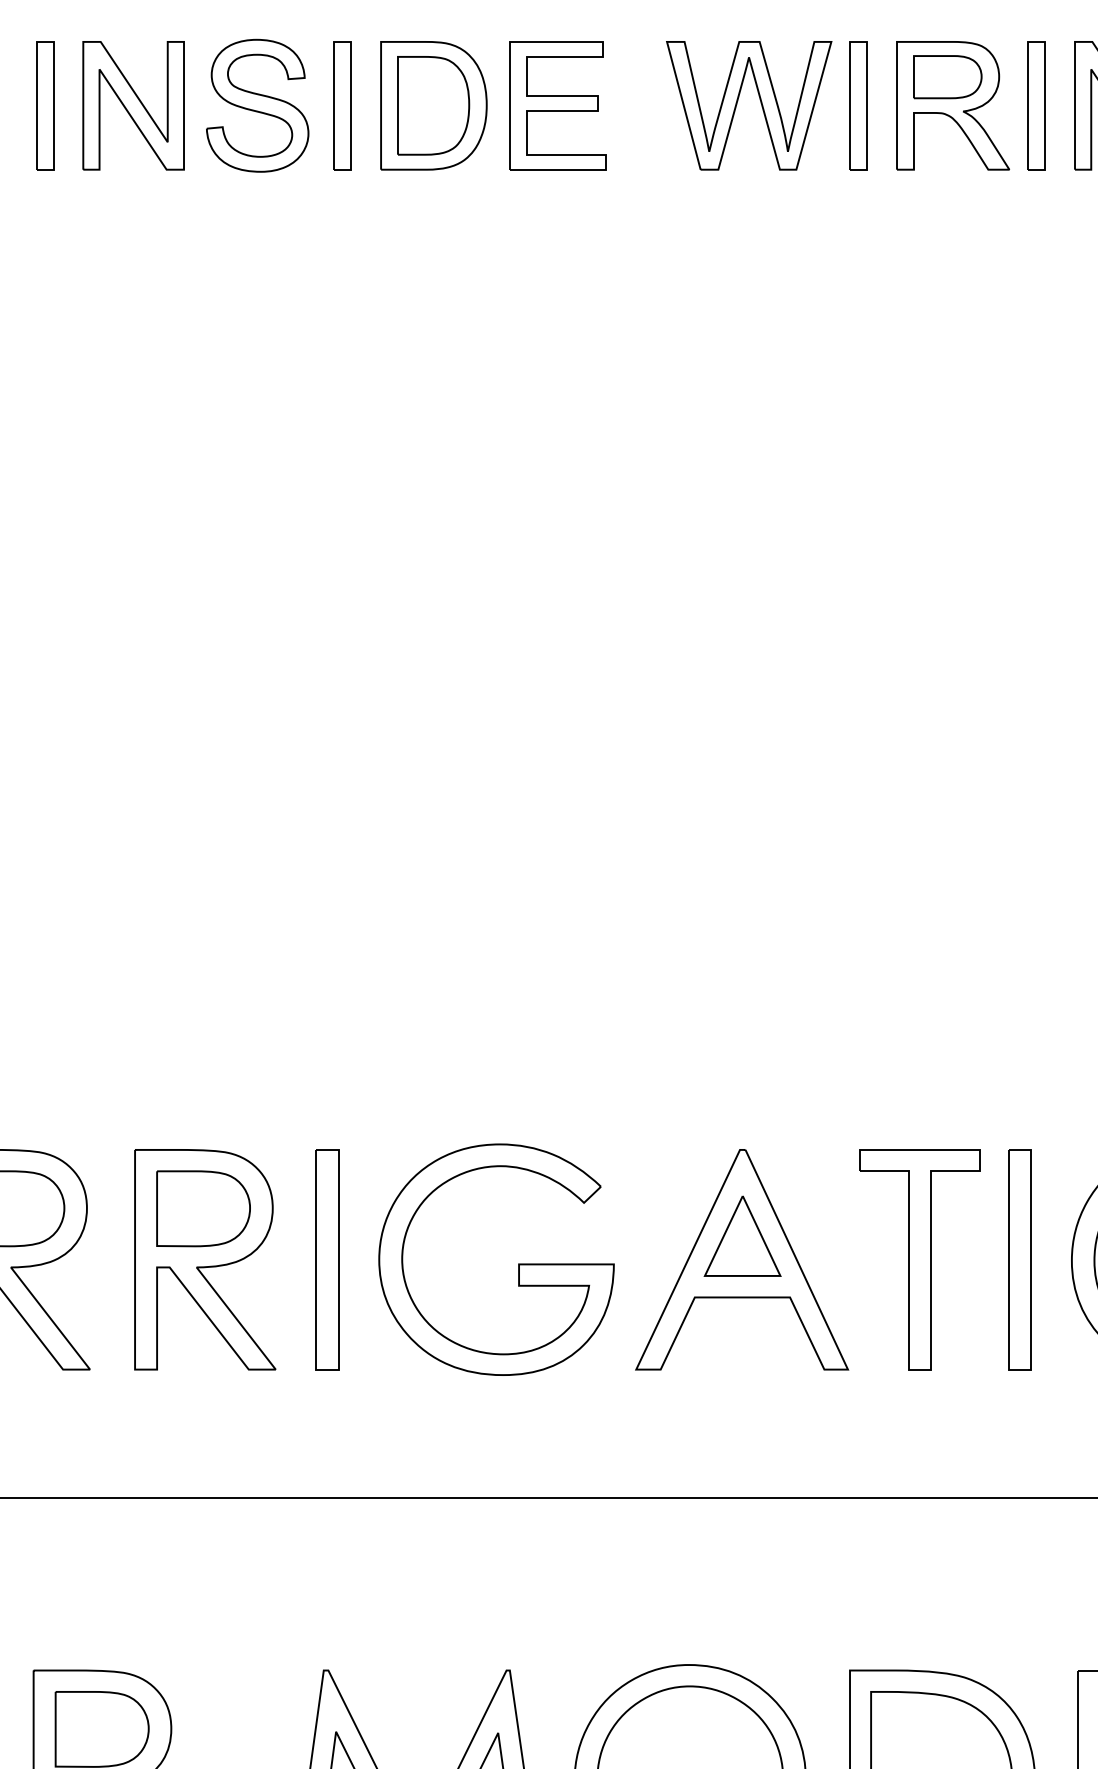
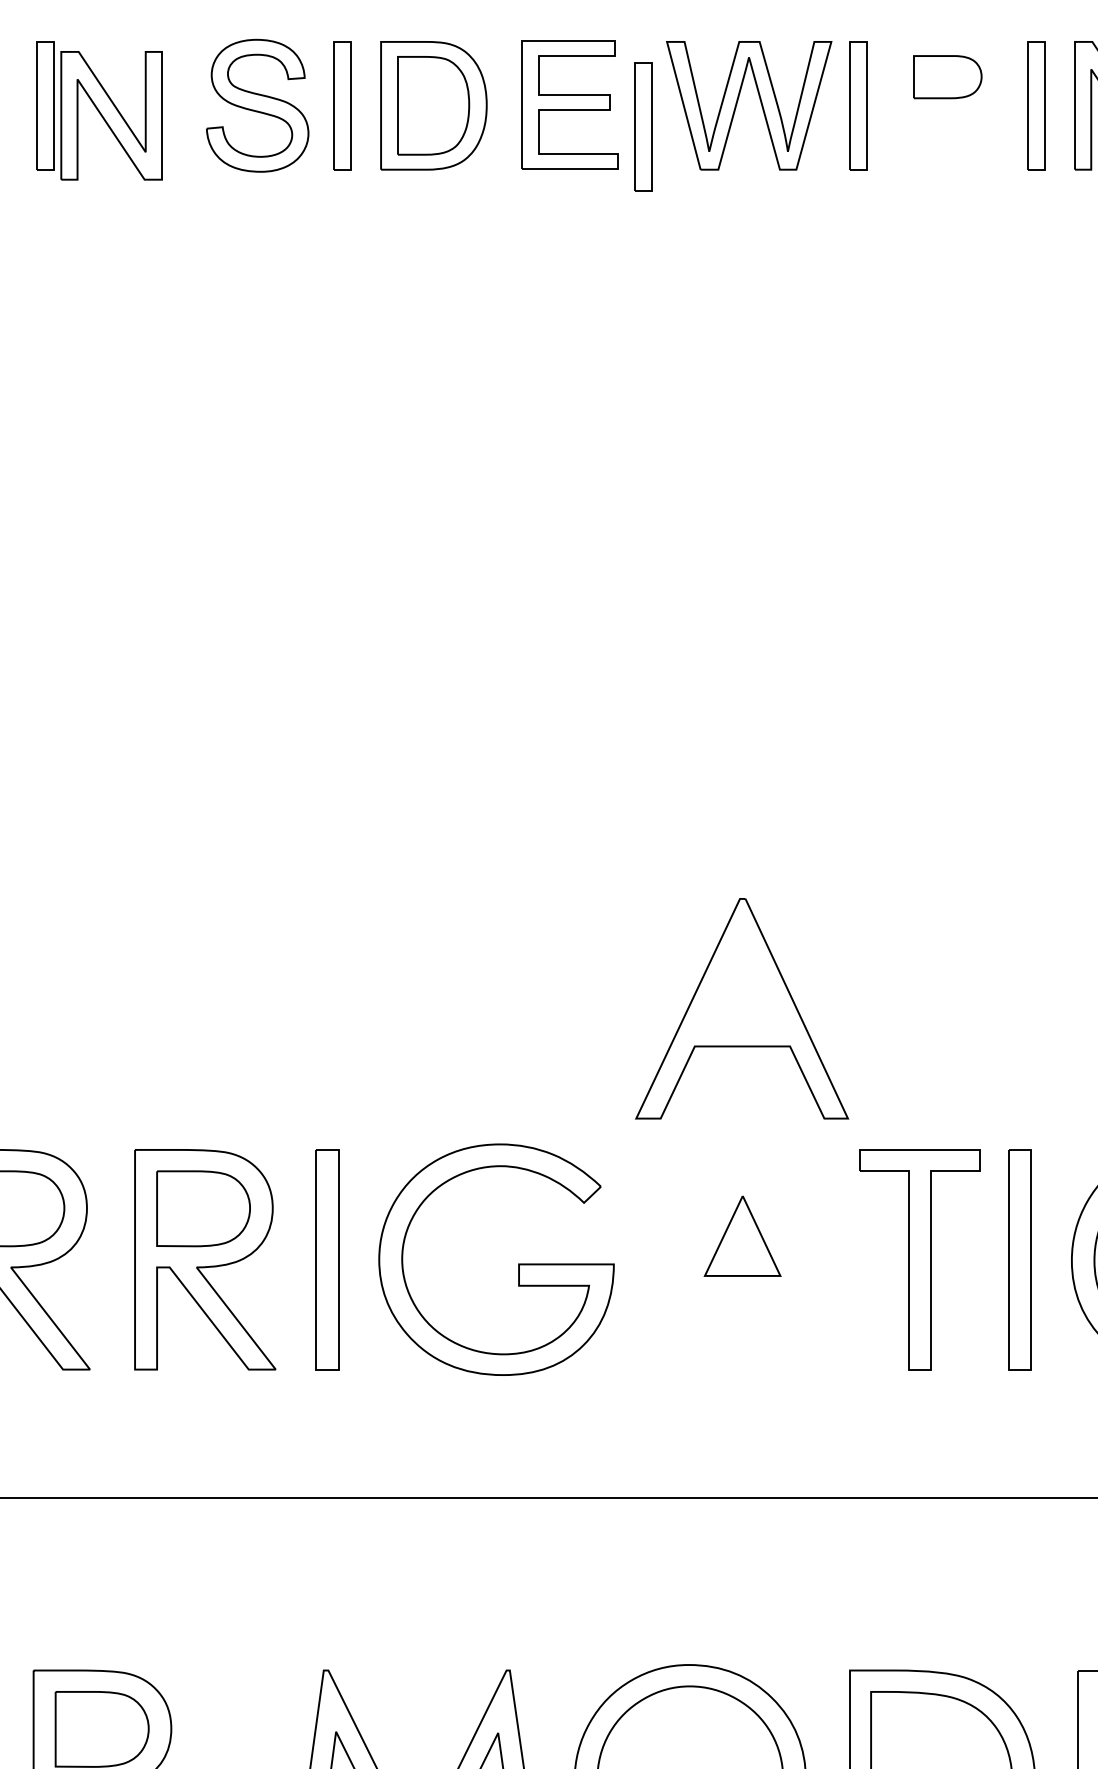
part at (133, 105) position: (133, 105) -> (111, 115)
part at (557, 105) position: (557, 105) -> (569, 104)
part at (952, 105): present -> none
part at (643, 126): none -> present
part at (742, 1259) position: (742, 1259) -> (742, 1008)
